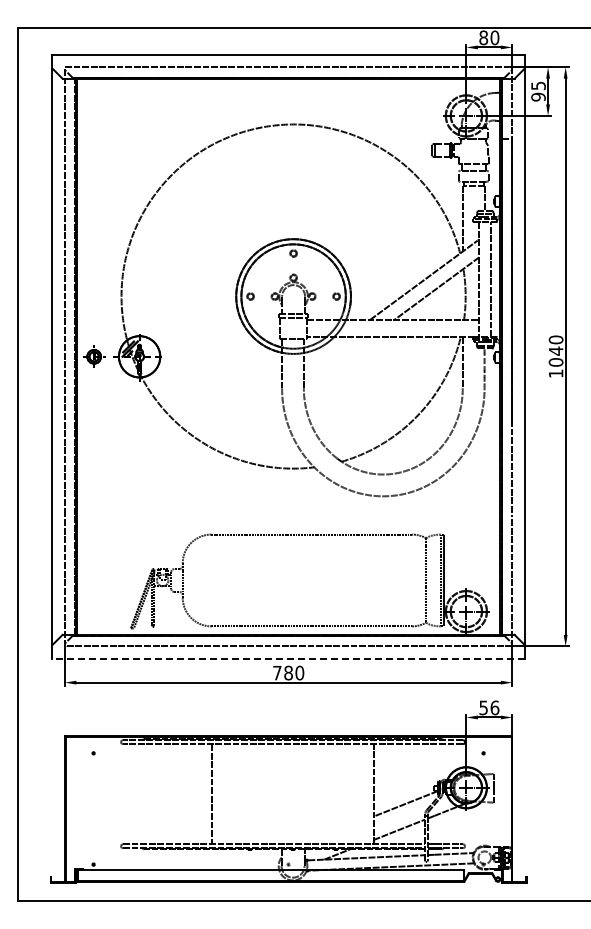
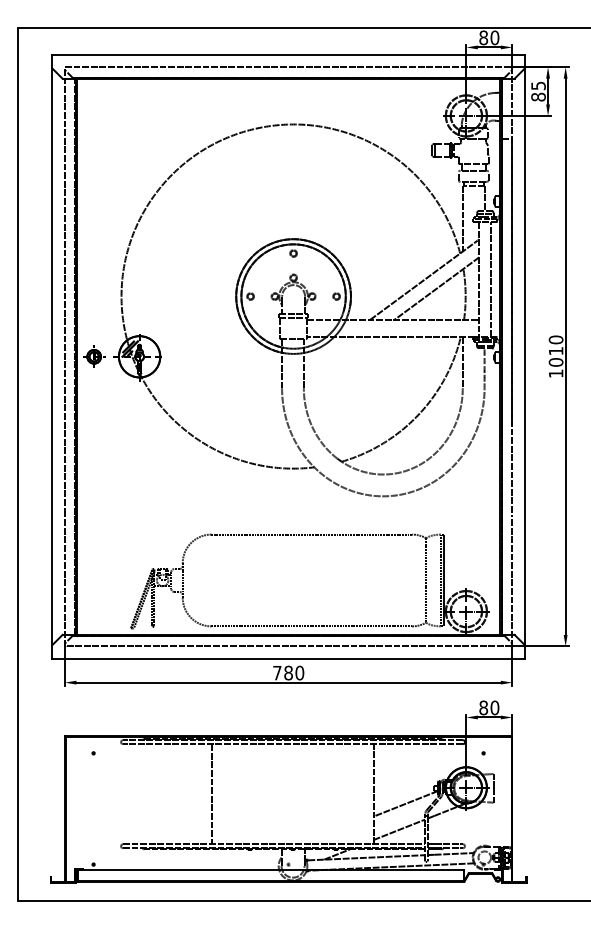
text at (538, 96): 95 -> 85
text at (556, 350): 1040 -> 1010
line at (288, 659): dashed -> solid
text at (489, 707): 56 -> 80
